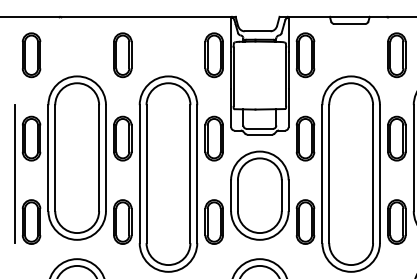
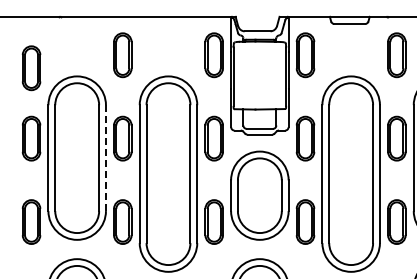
part at (31, 55) position: (31, 55) -> (31, 68)
line at (105, 158): solid -> dashed
line at (14, 174): present -> none
